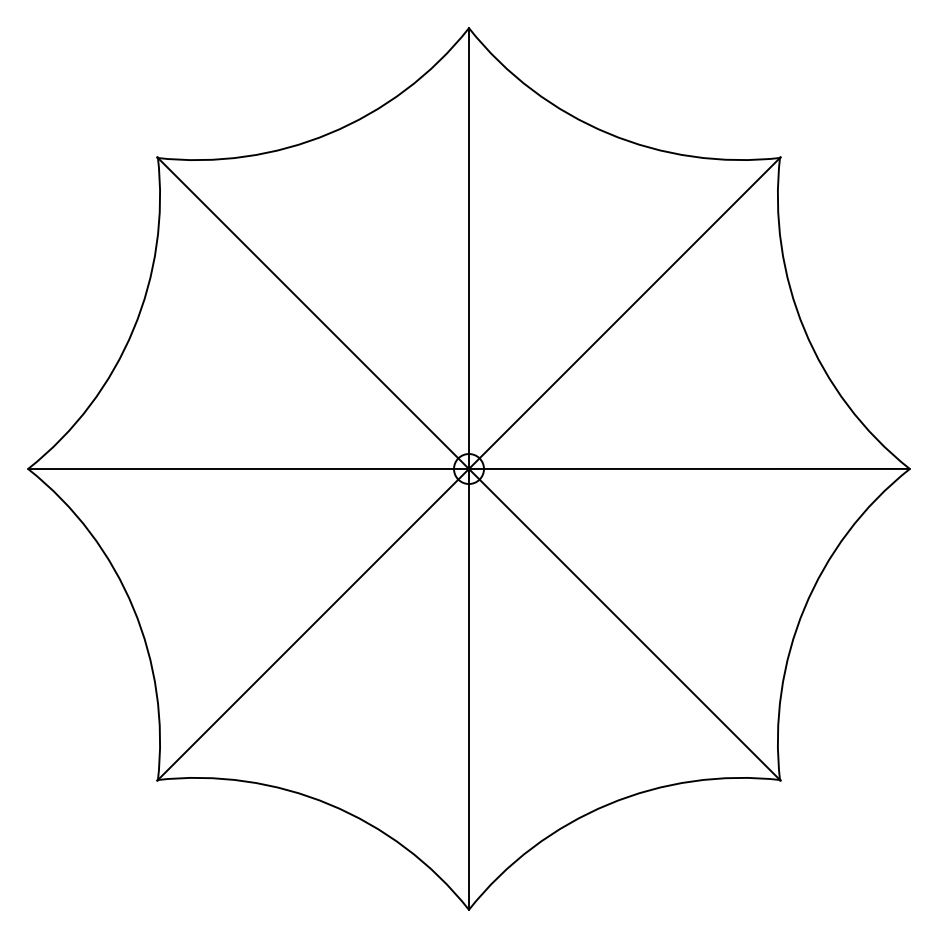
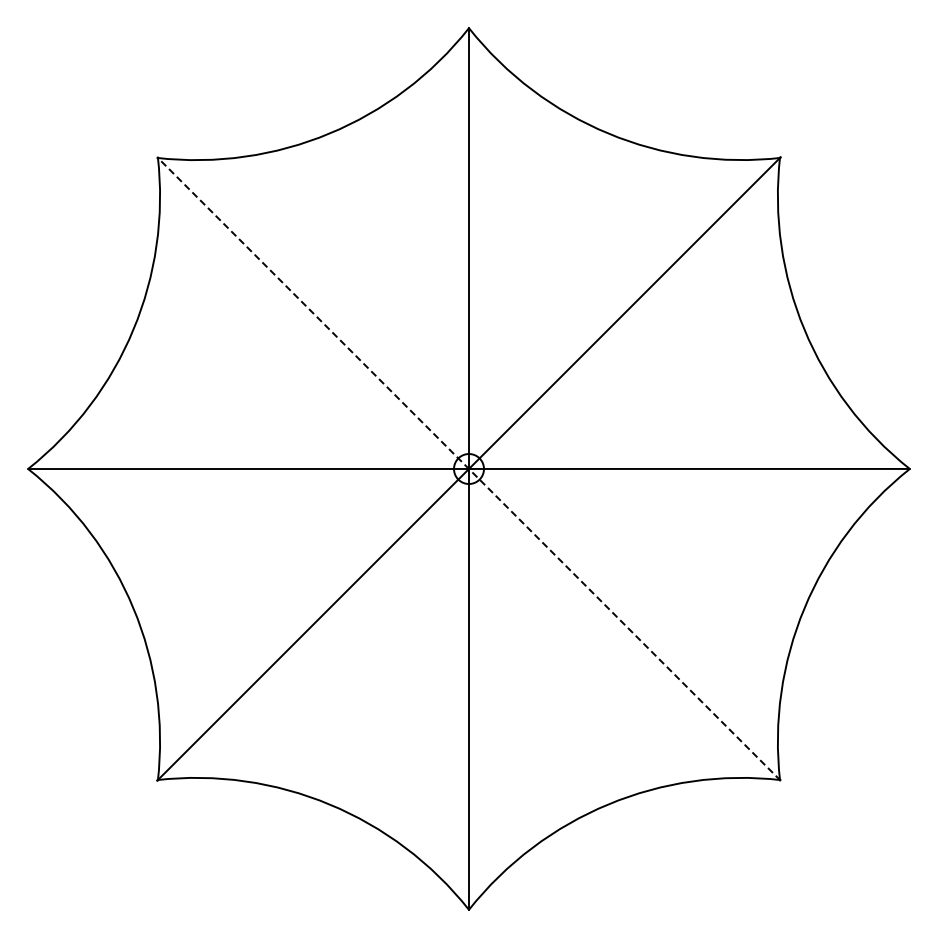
line at (468, 468): solid -> dashed
